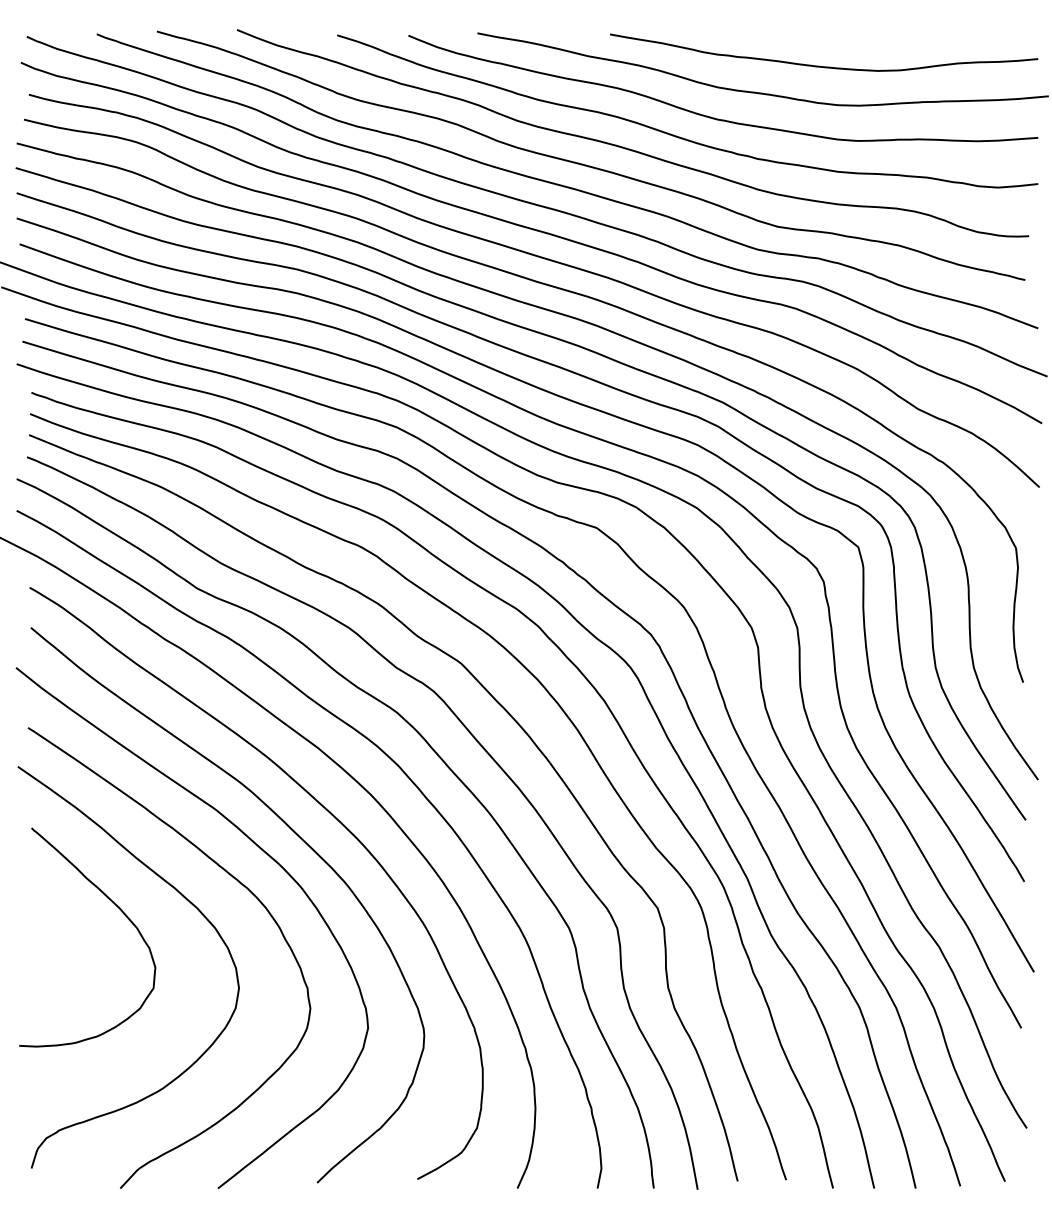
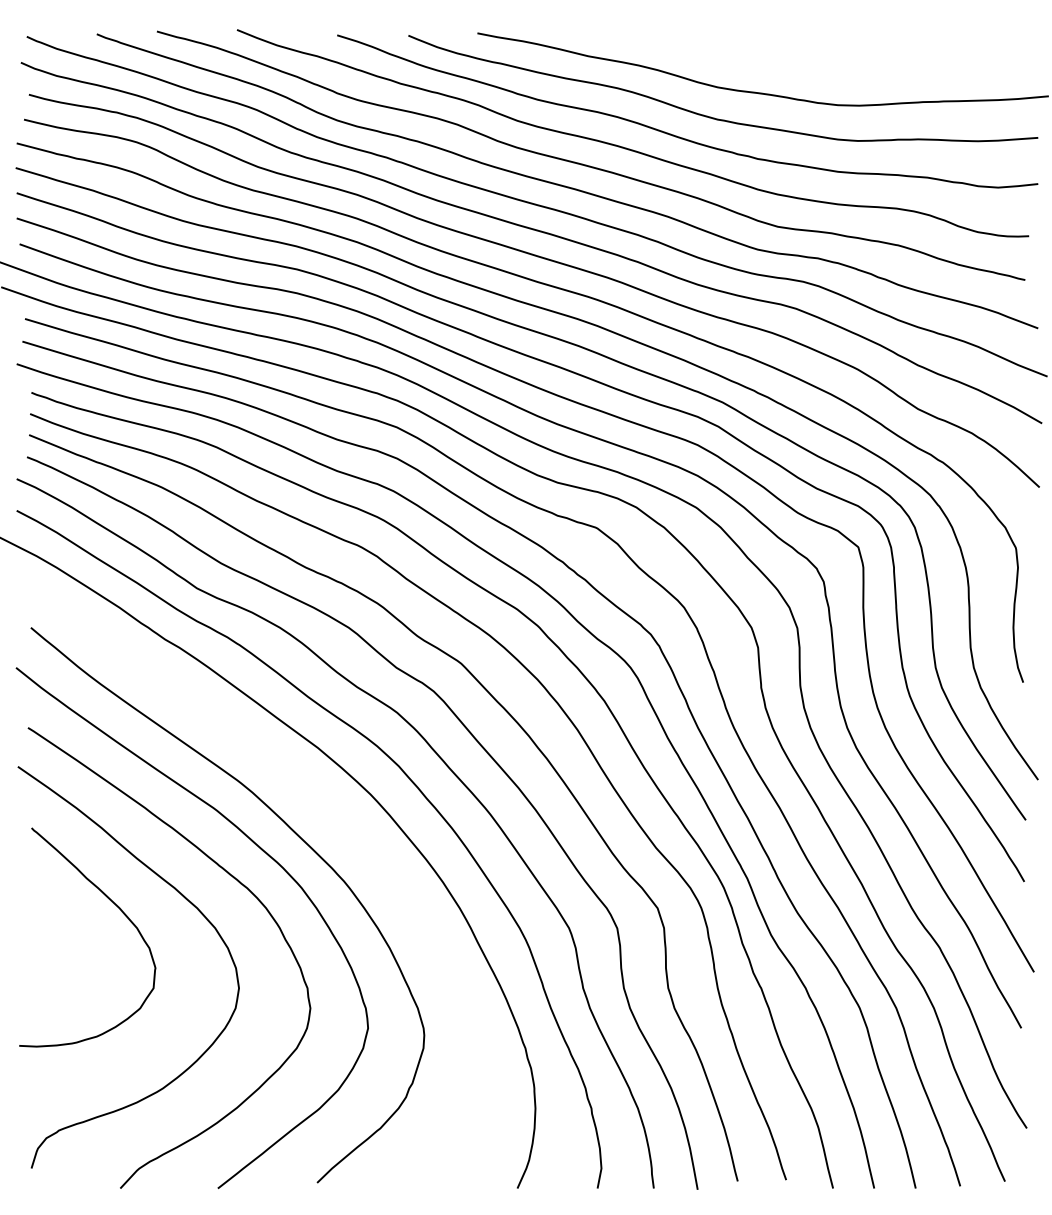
curve at (819, 65): present -> none
curve at (323, 808): present -> none
